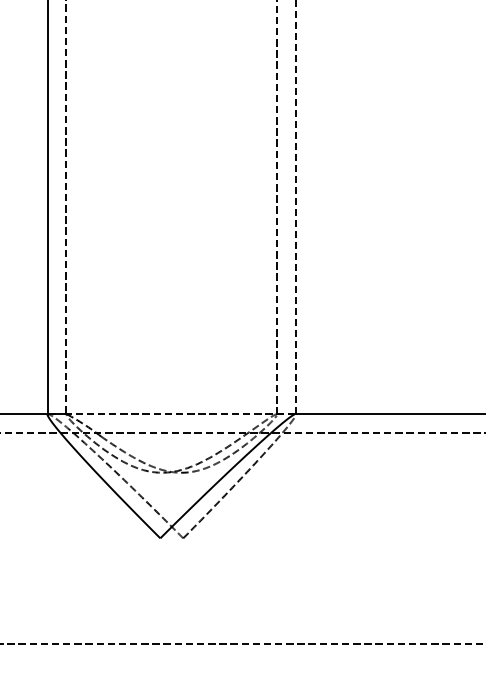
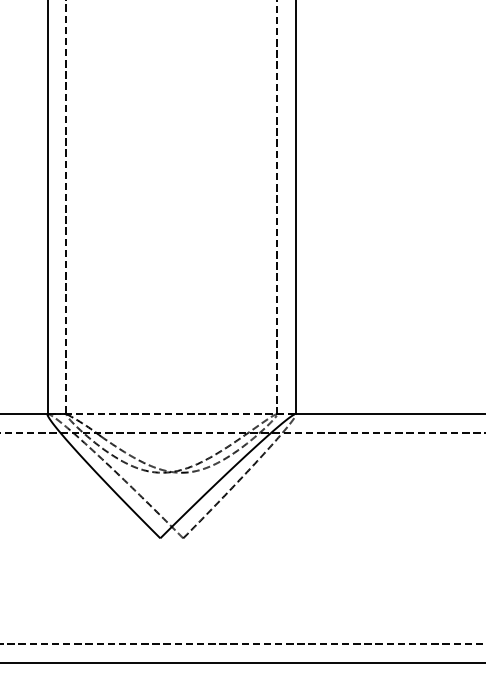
line at (295, 207): dashed -> solid
line at (242, 662): none -> present
